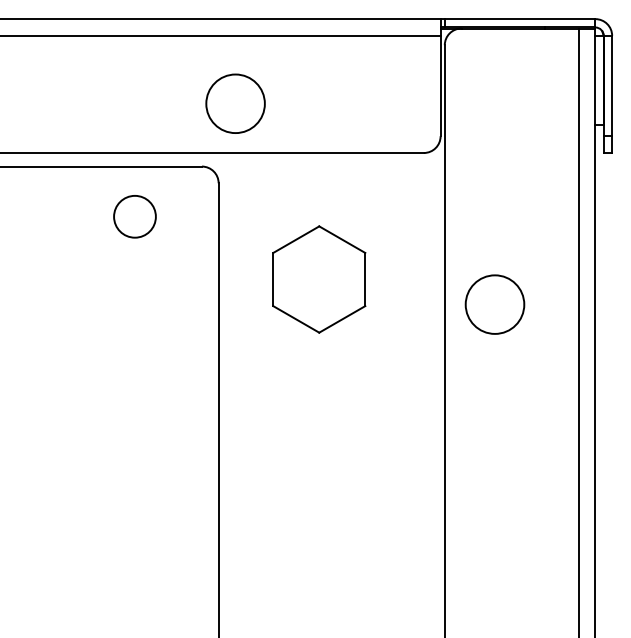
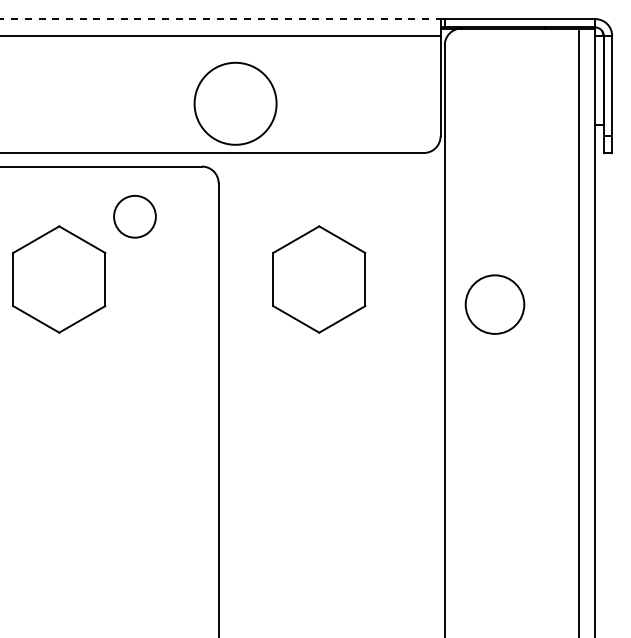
line at (220, 19): solid -> dashed
circle at (235, 103) diameter: 59 px -> 82 px
part at (59, 279): none -> present
